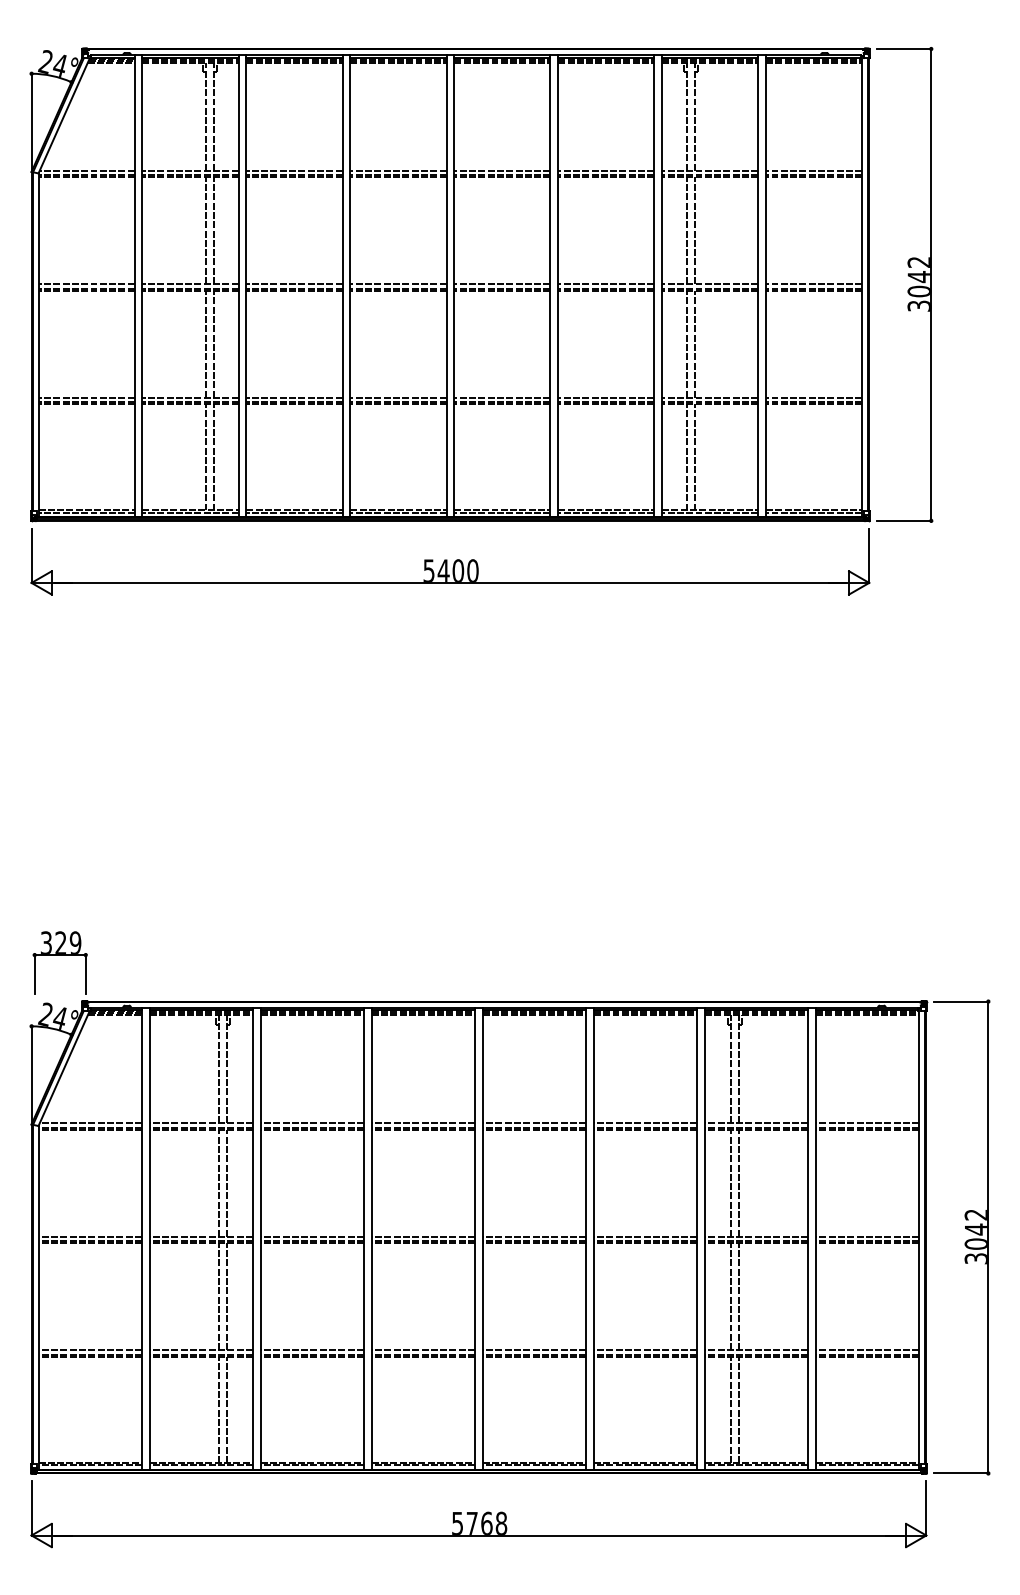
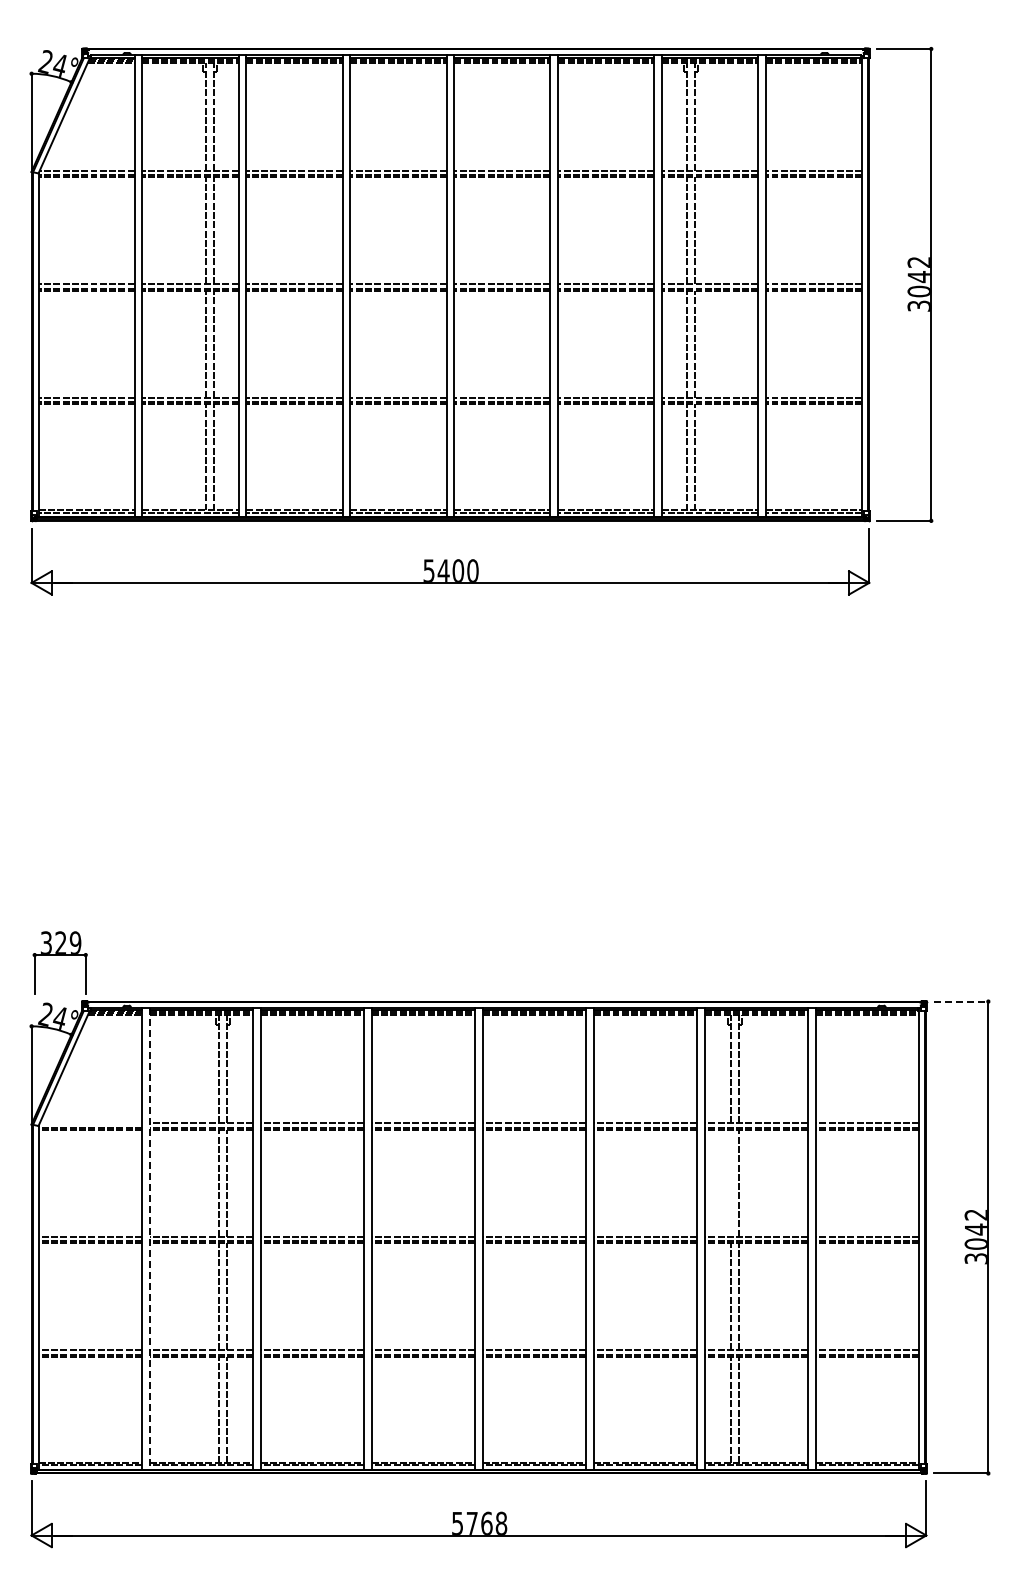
line at (961, 1001): solid -> dashed
line at (90, 1123): present -> none
line at (730, 1182): present -> none
line at (149, 1238): solid -> dashed
